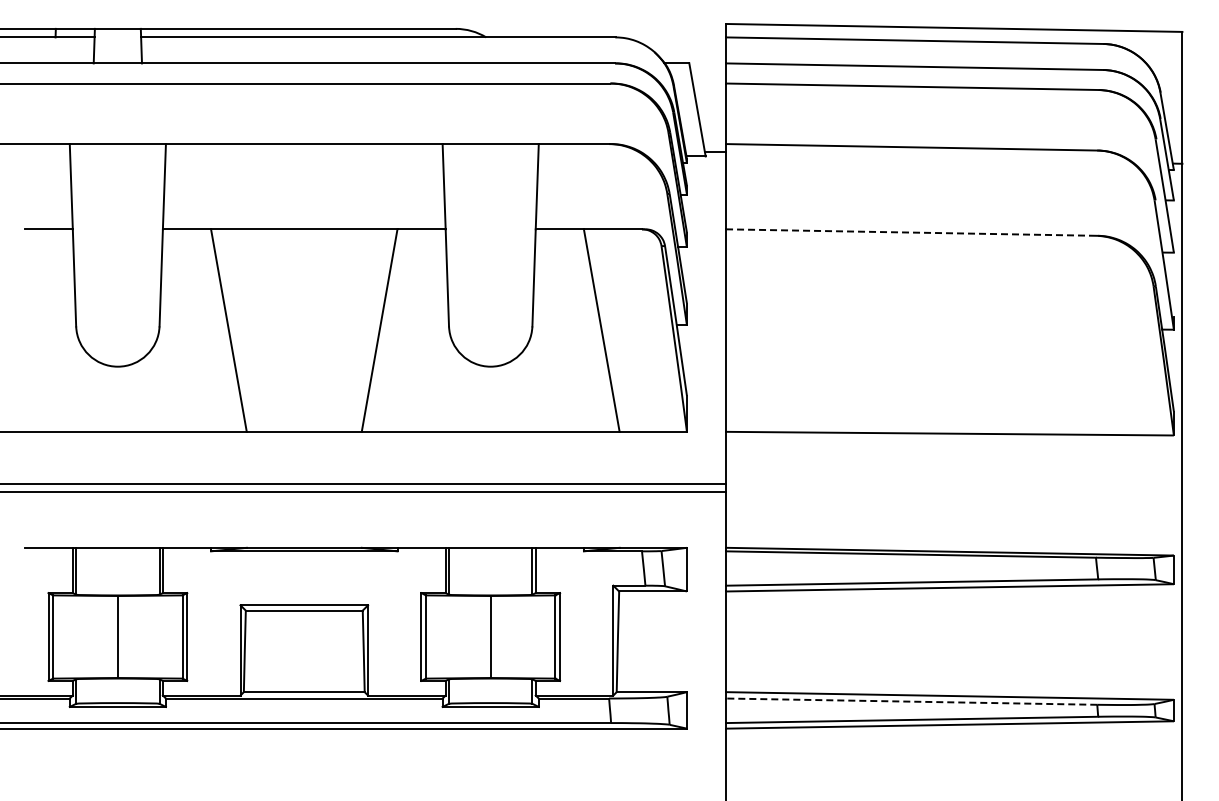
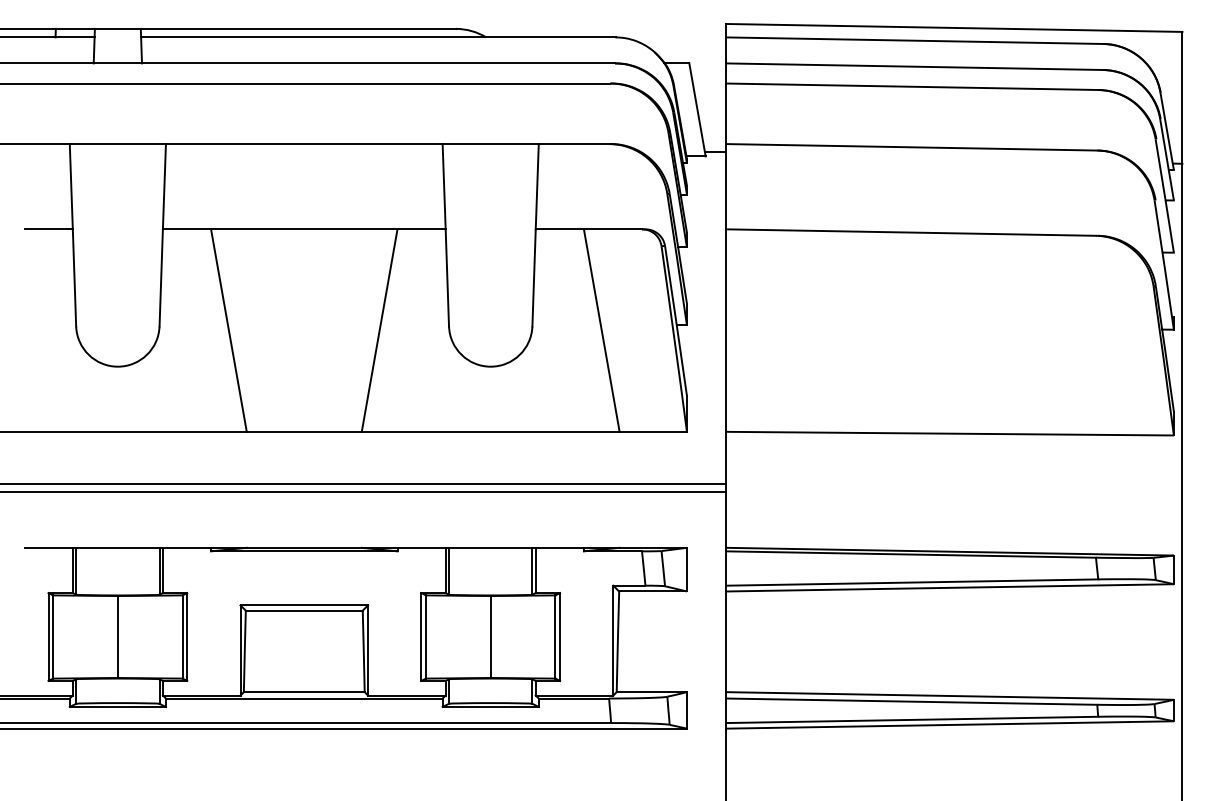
line at (911, 232): dashed -> solid
line at (911, 701): dashed -> solid
